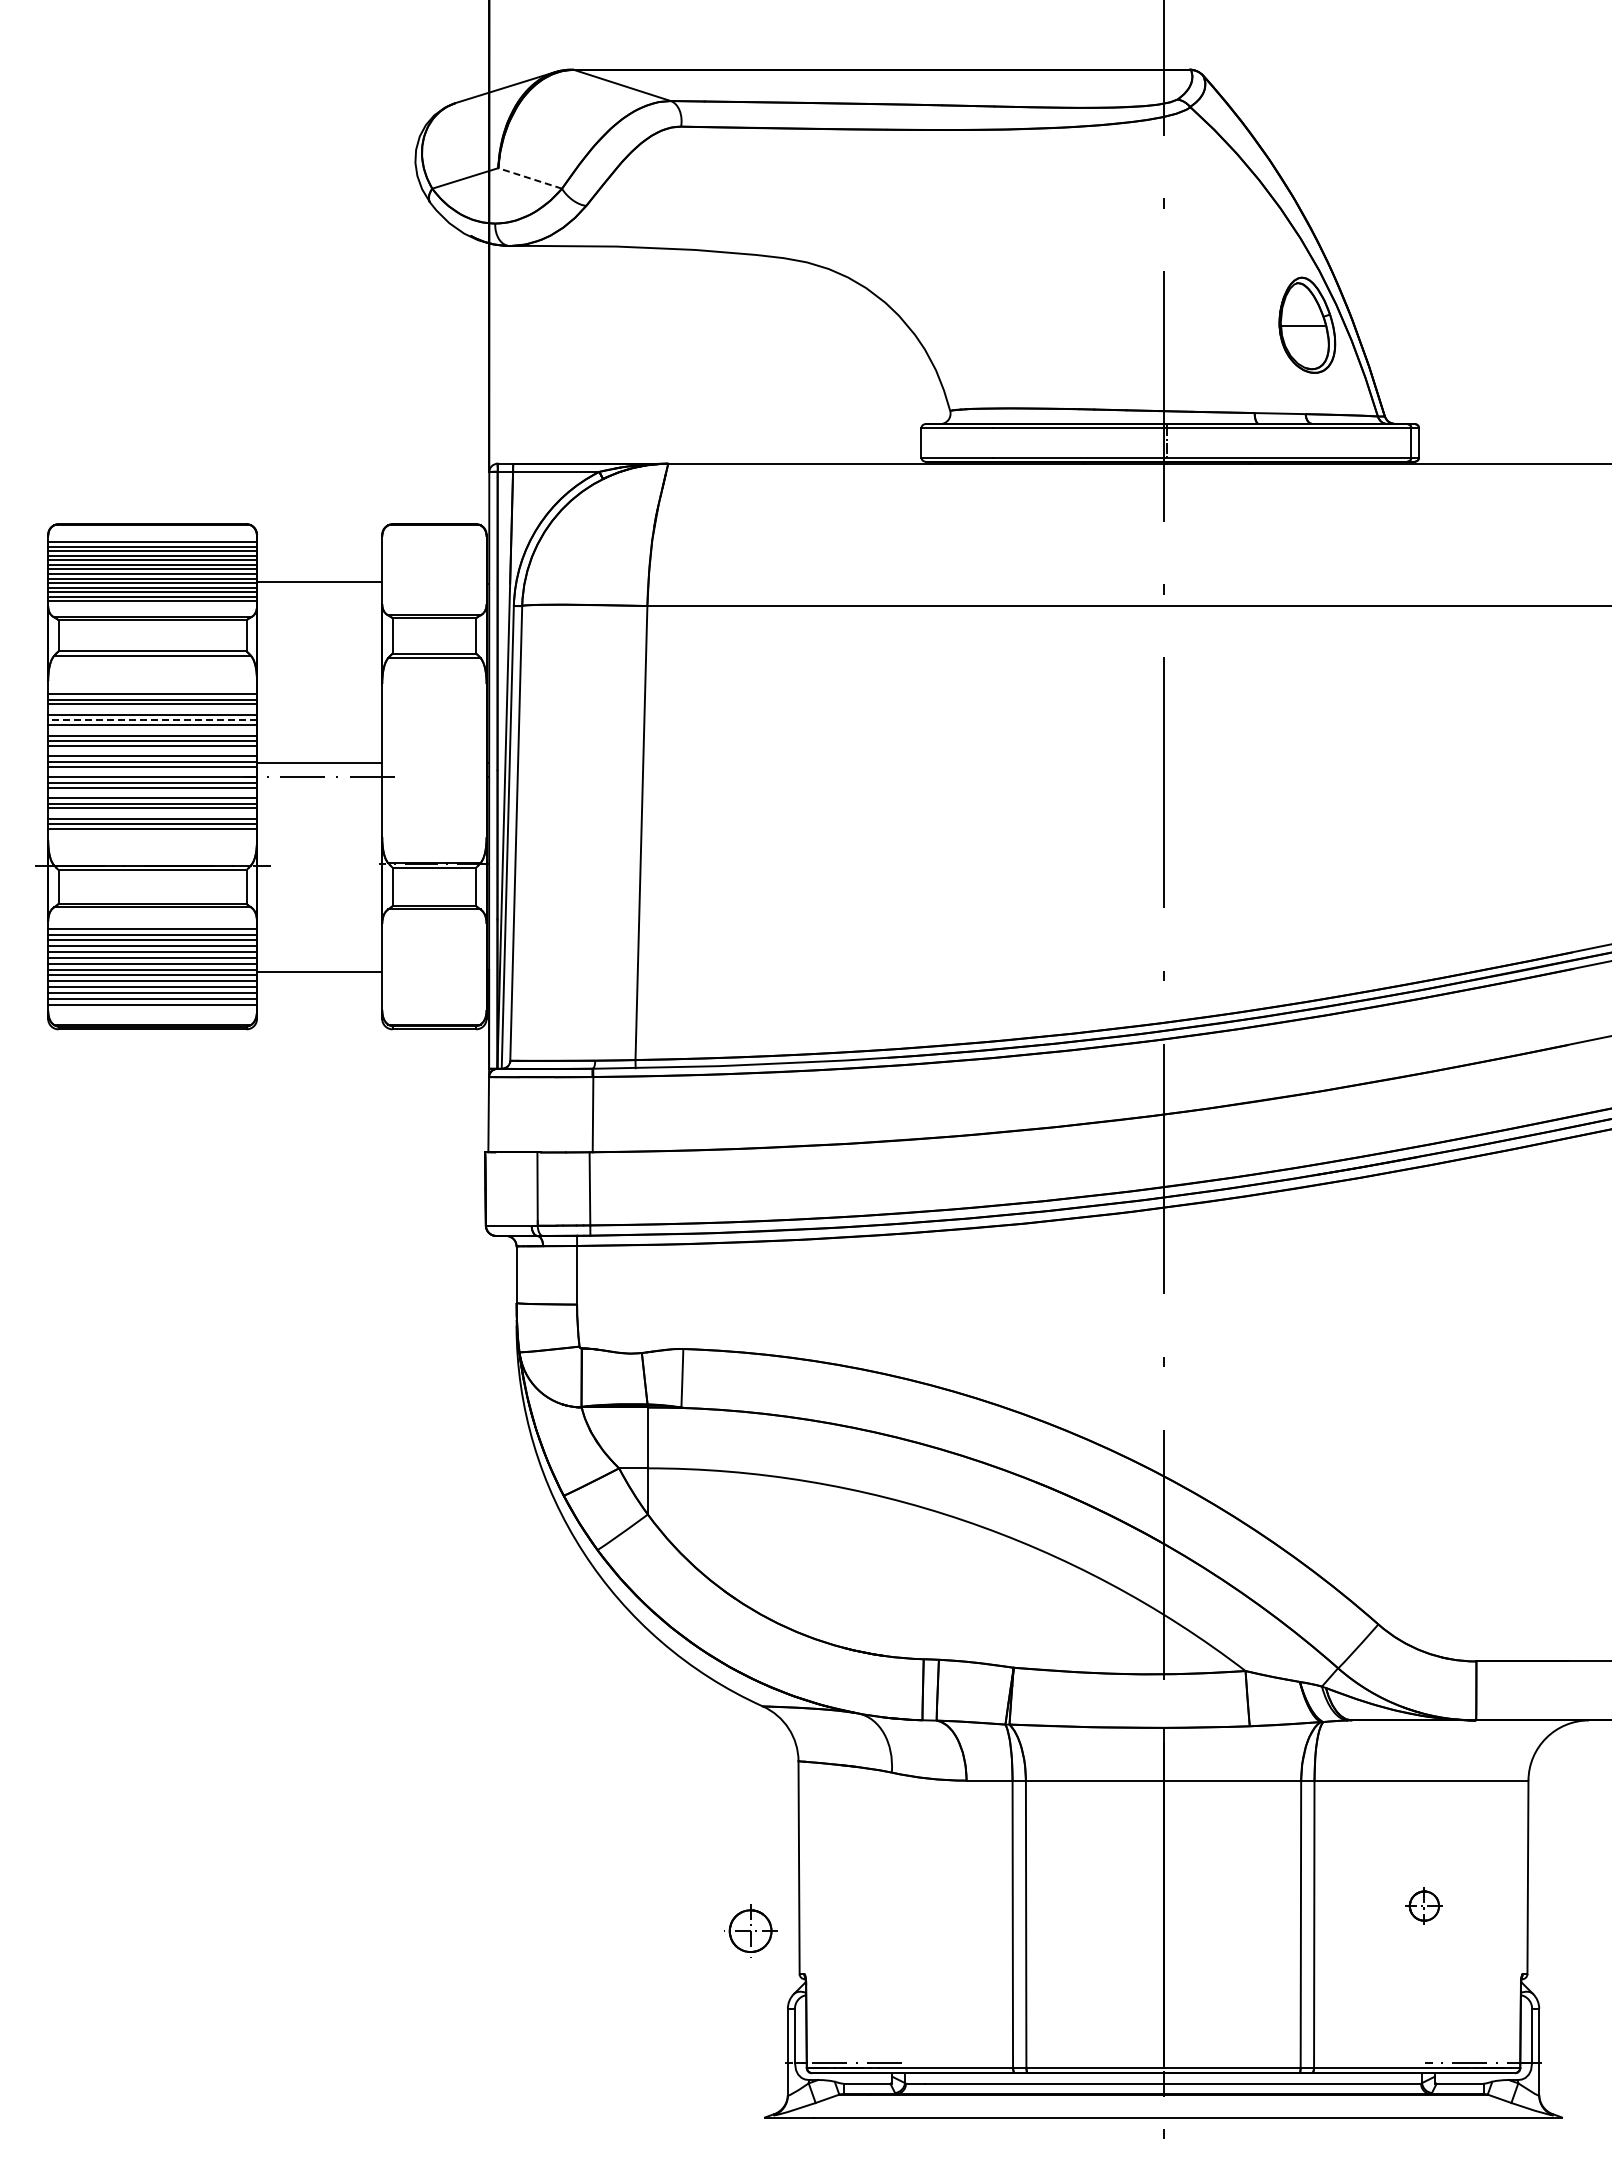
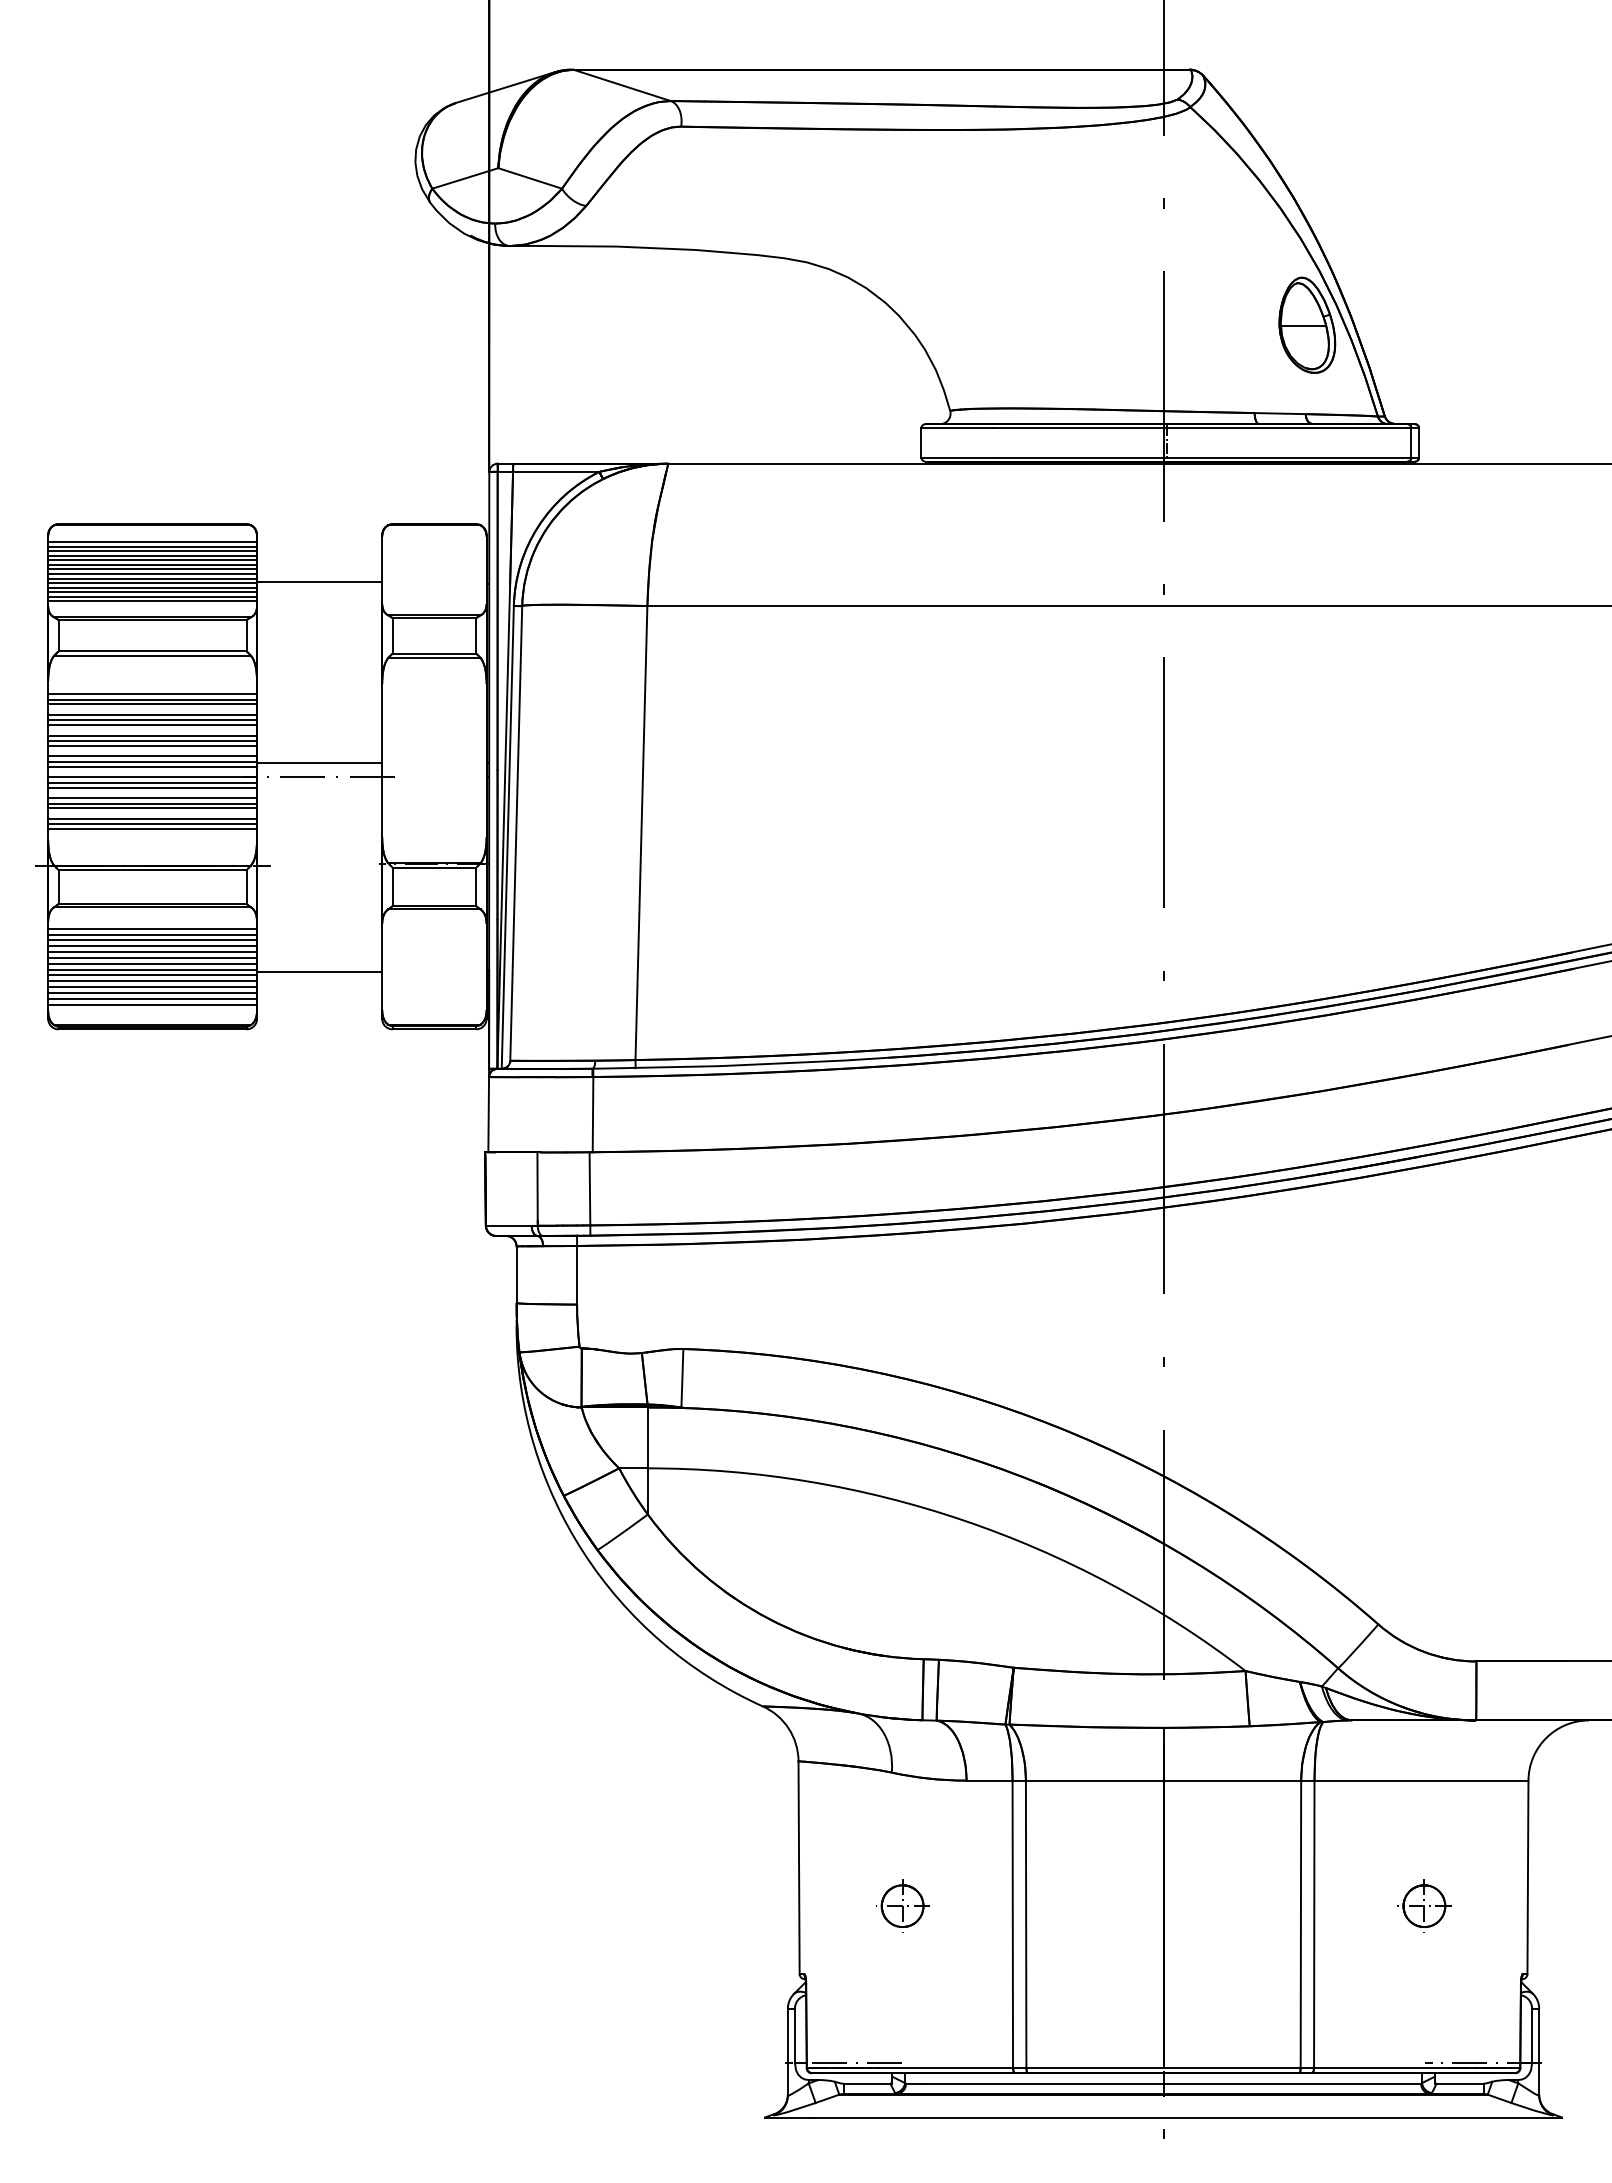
line at (529, 178): dashed -> solid
line at (152, 720): dashed -> solid
part at (1423, 1905) size: 38x38 px -> 55x54 px
part at (750, 1930) position: (750, 1930) -> (902, 1905)
